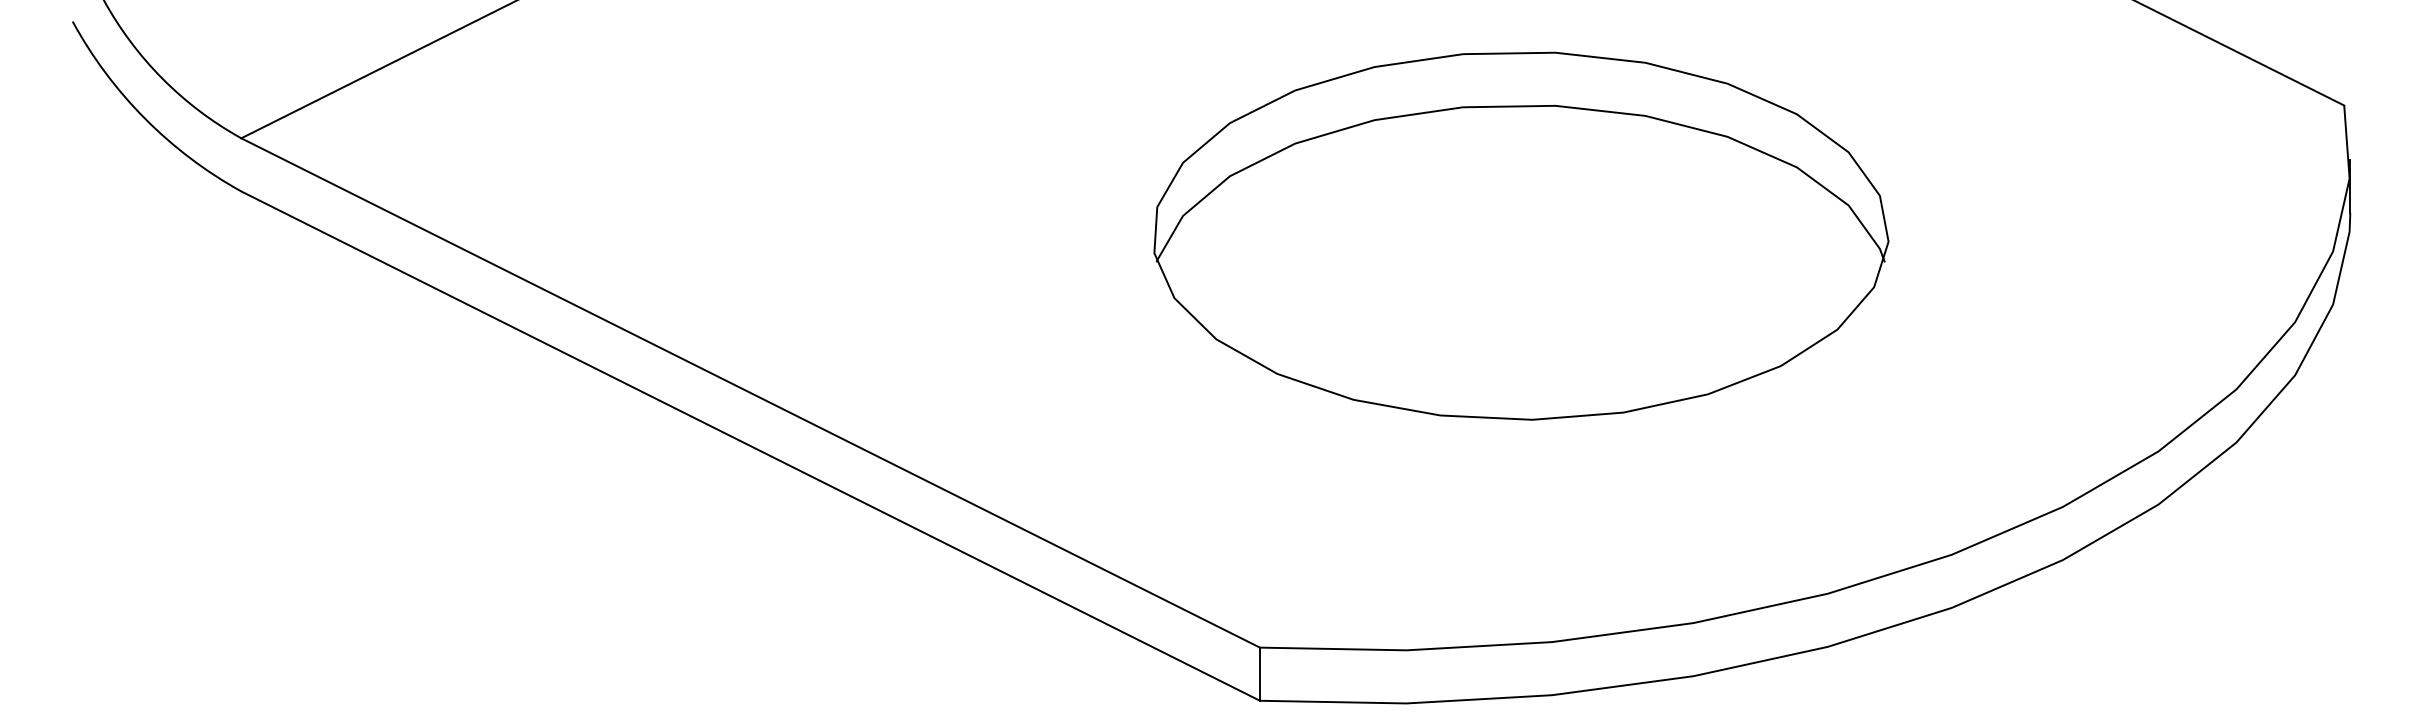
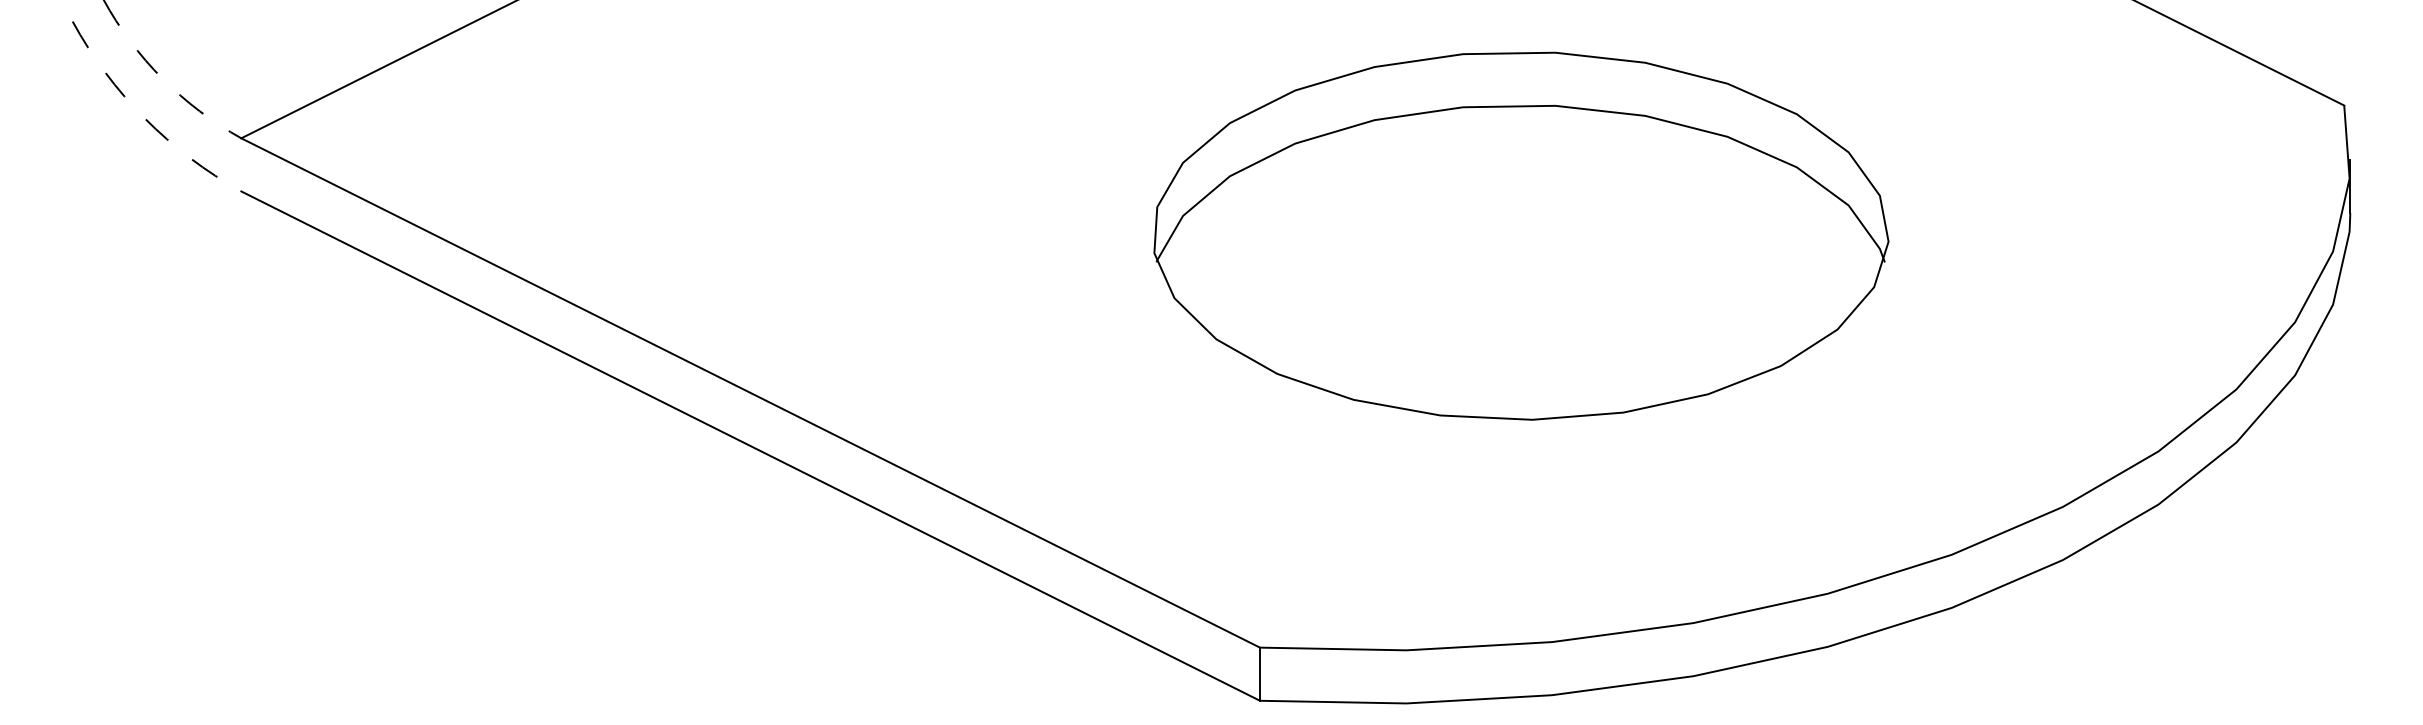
arc at (162, 78): solid -> dashed
arc at (144, 118): solid -> dashed
